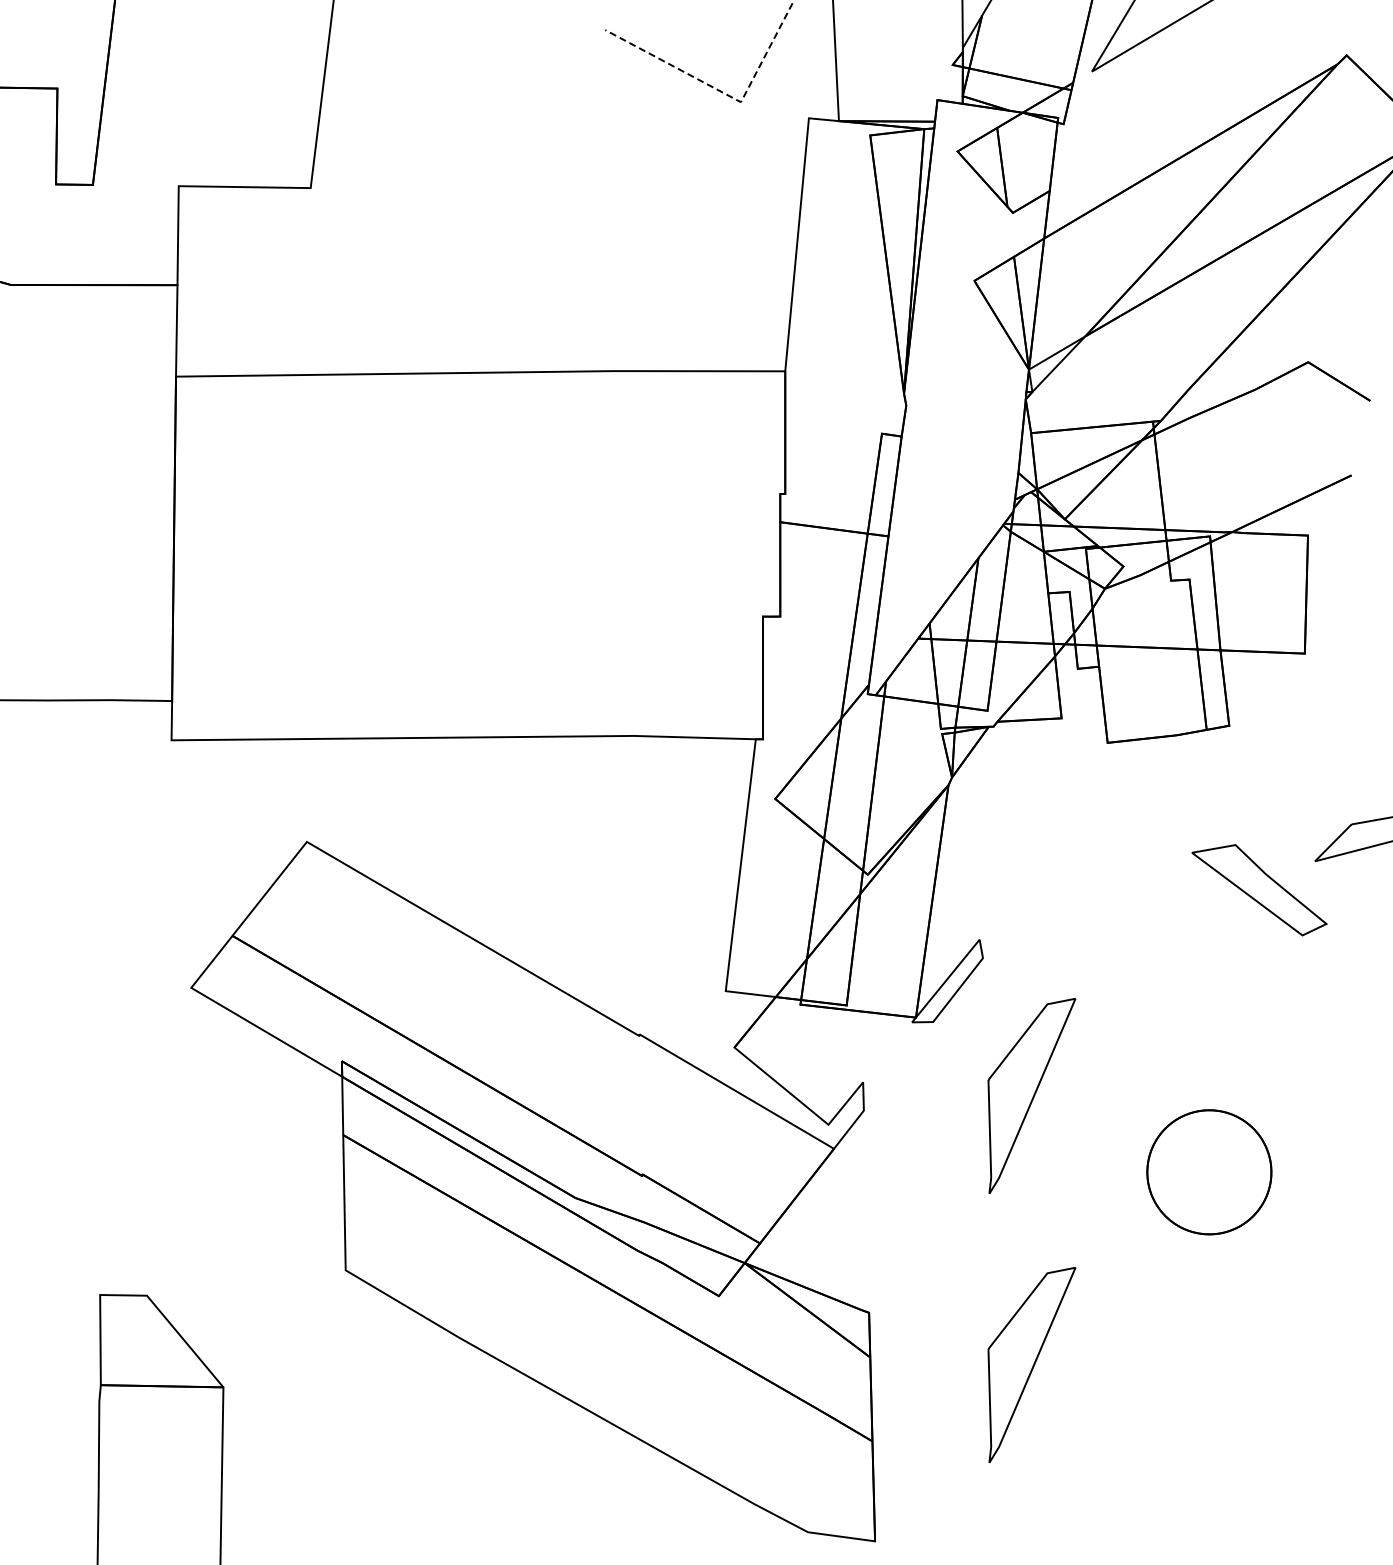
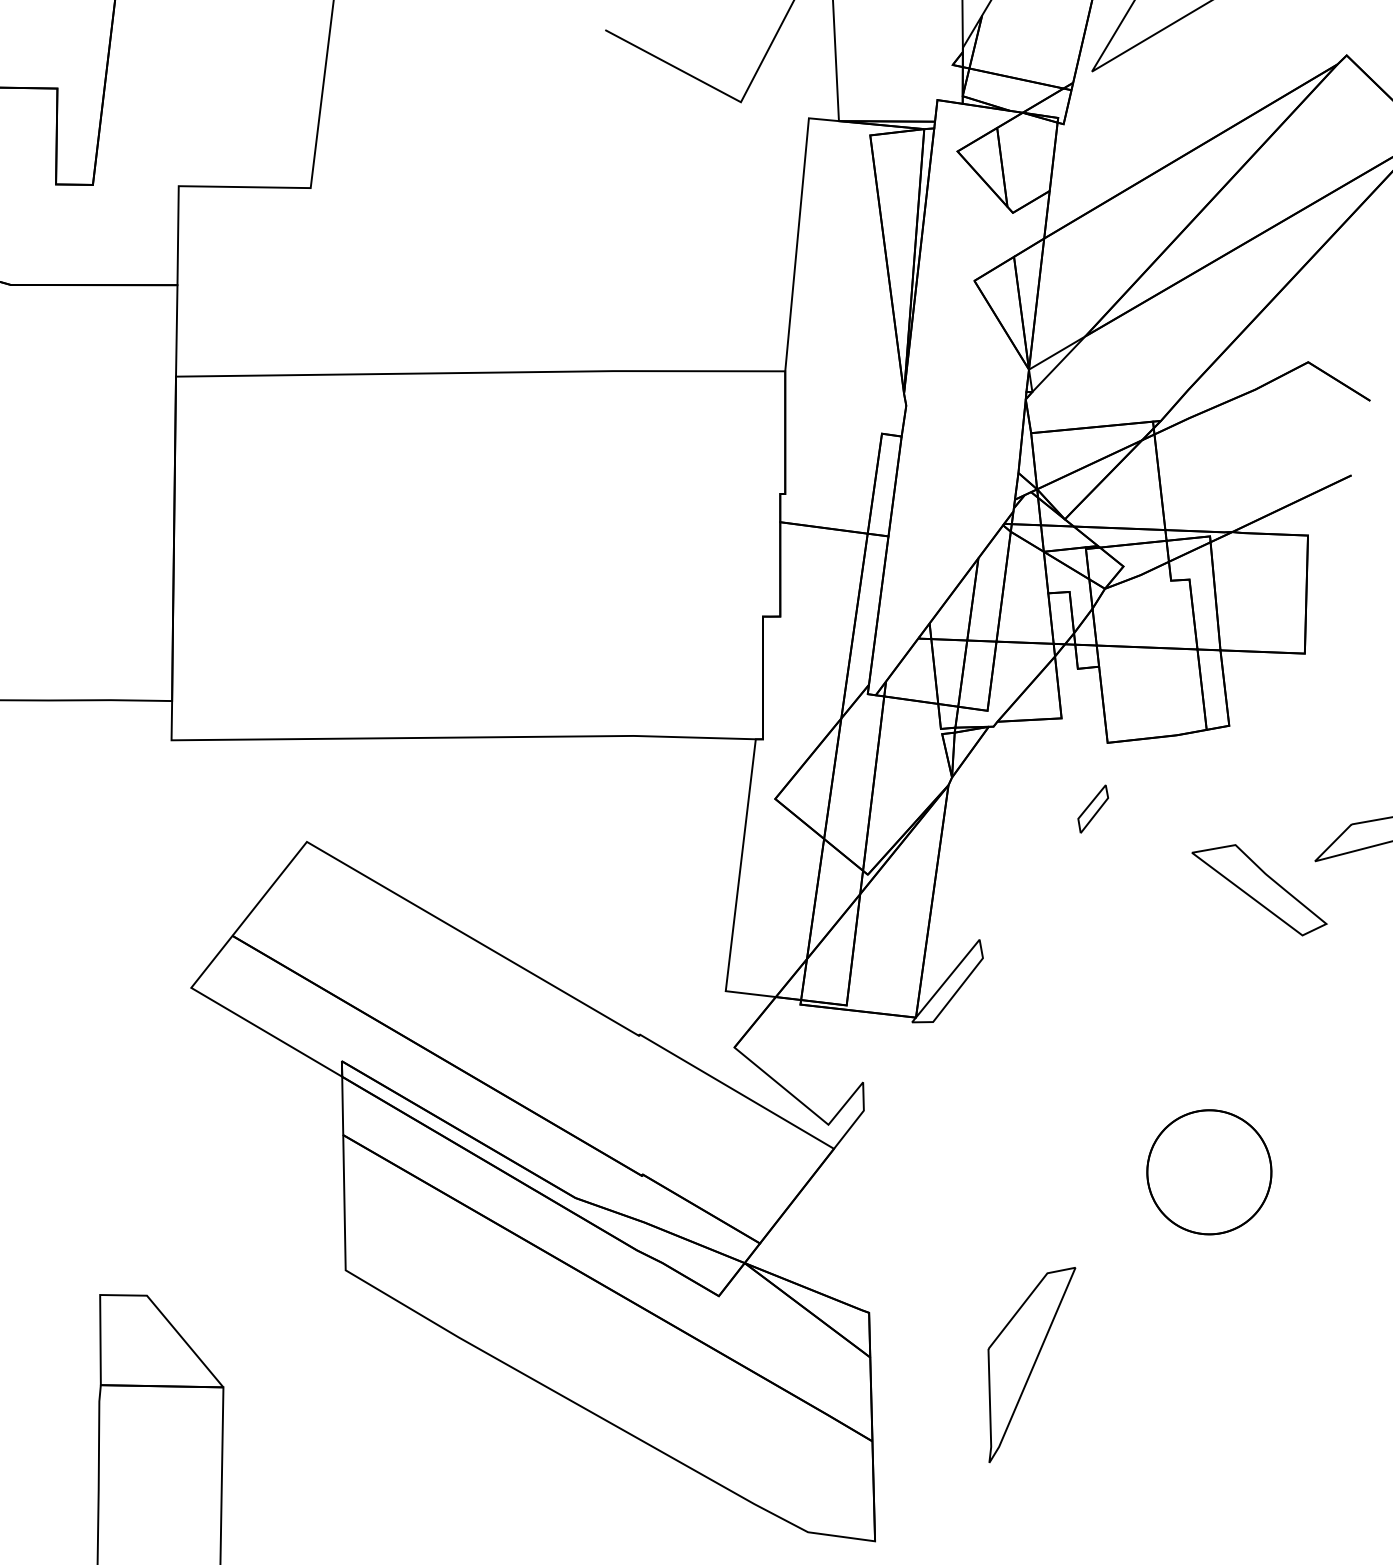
line at (724, 93): dashed -> solid
part at (1092, 808): none -> present
part at (1031, 1096): present -> none
